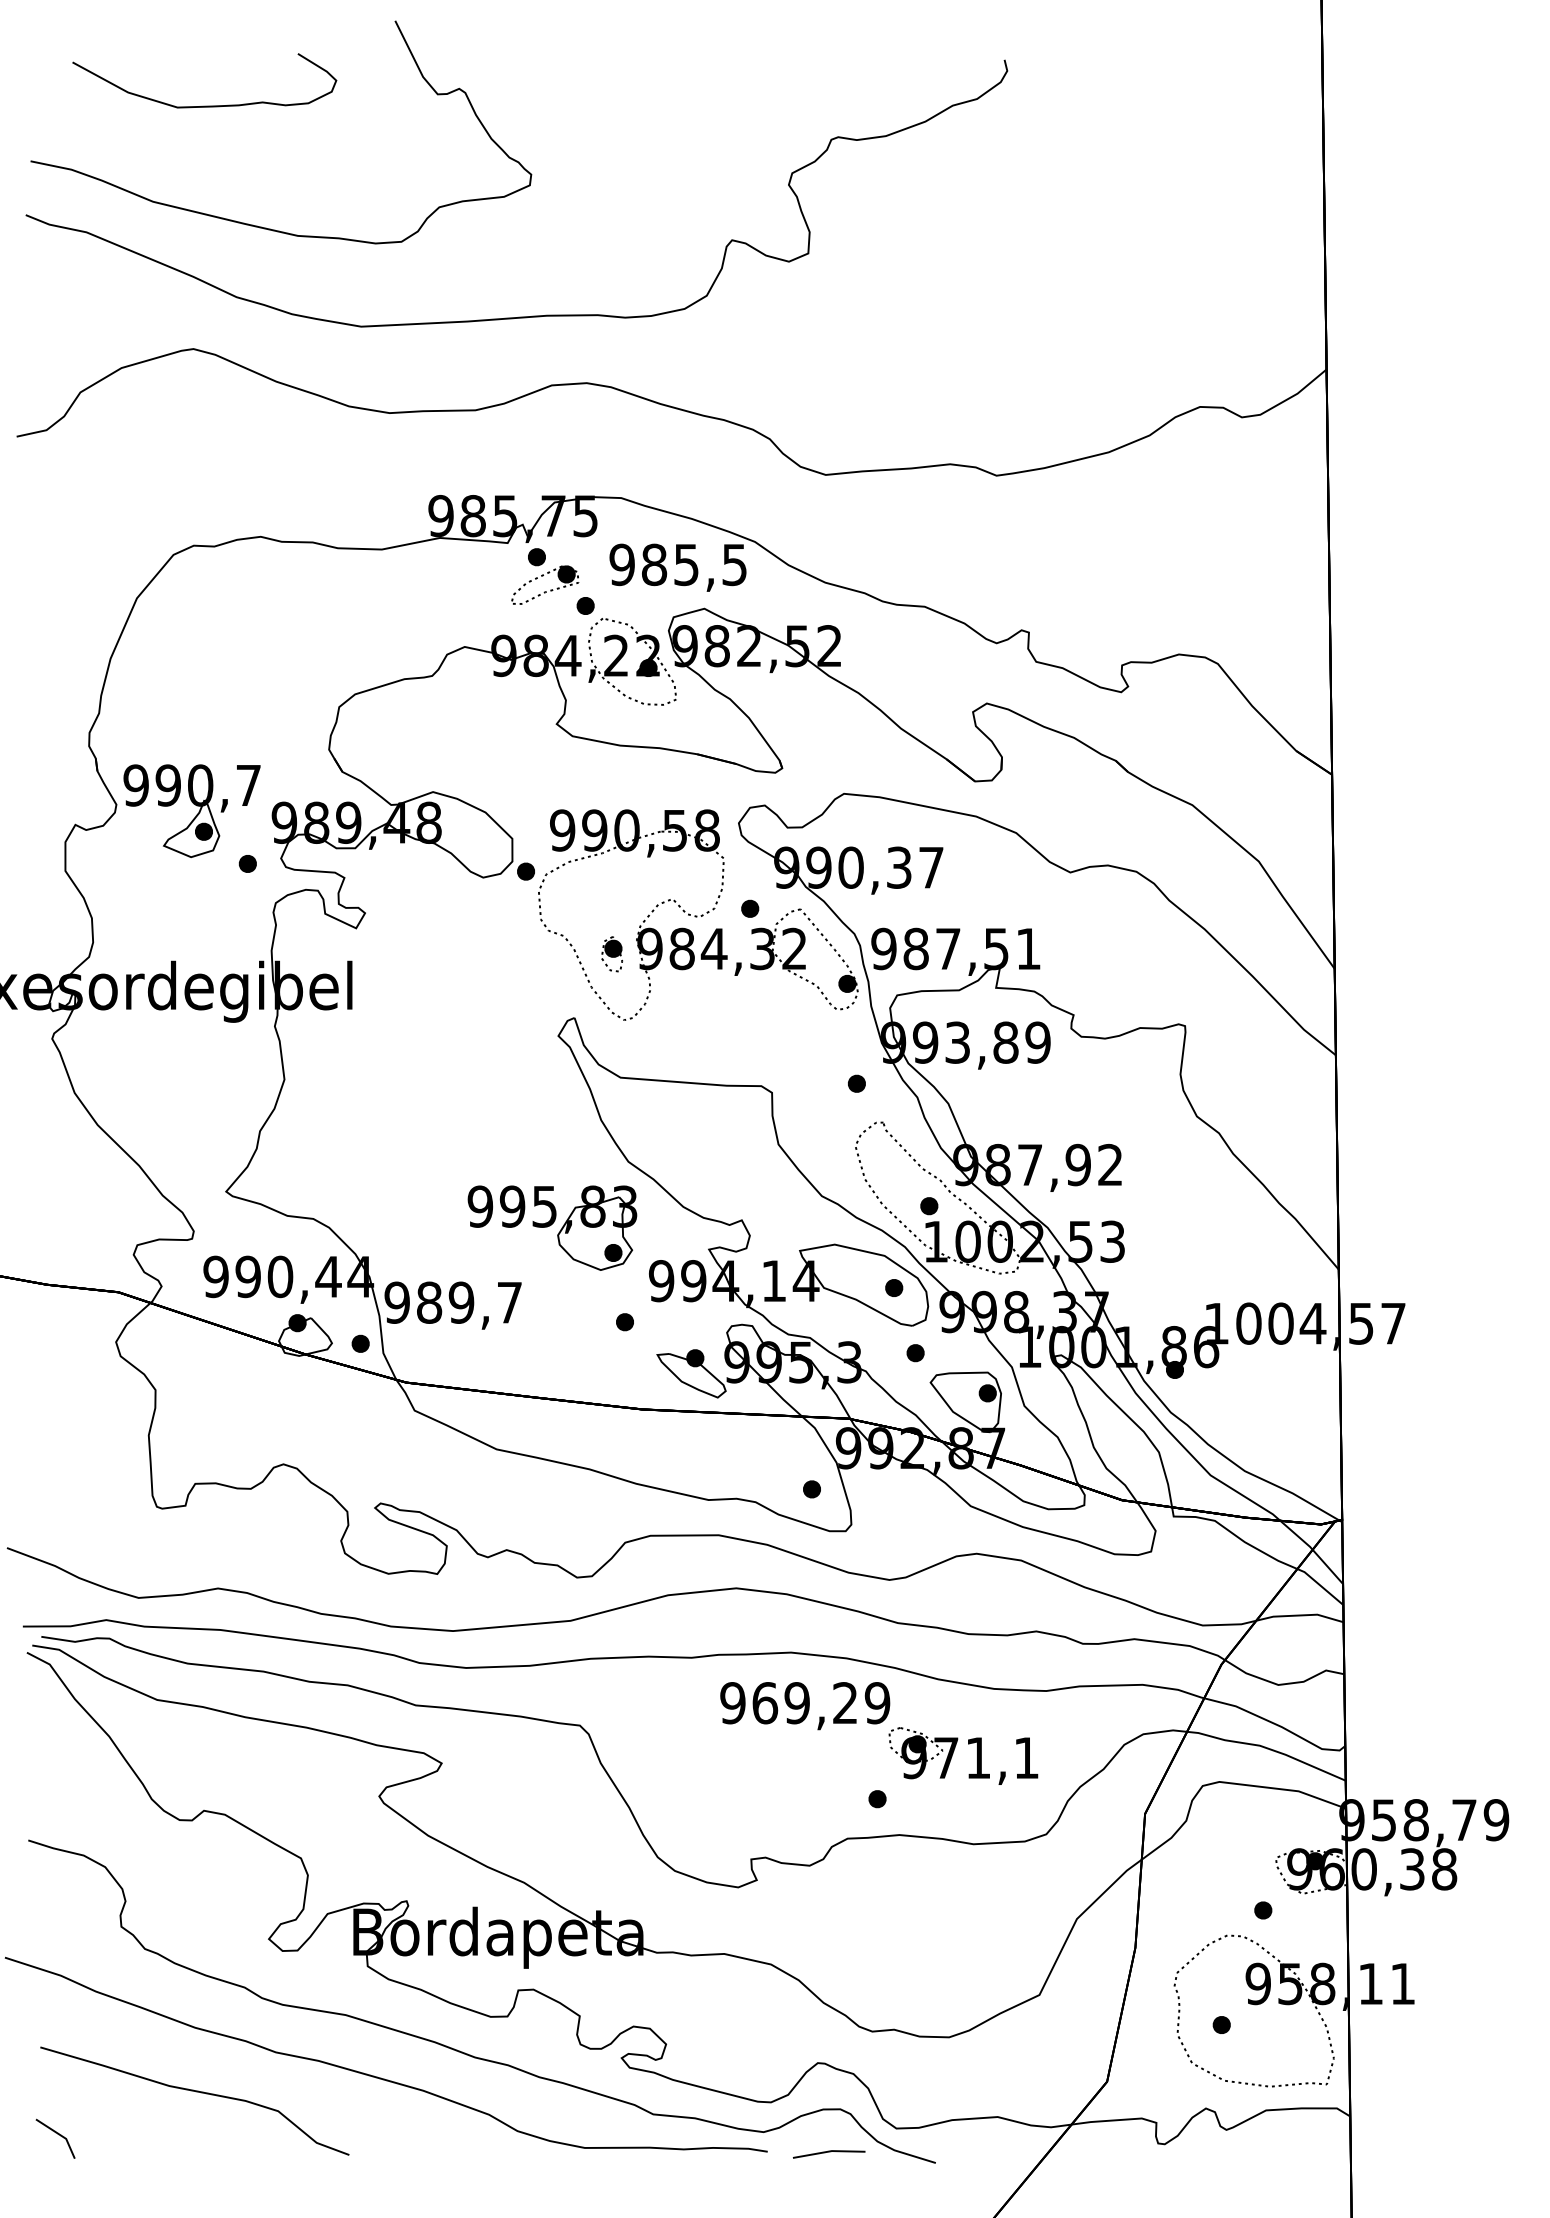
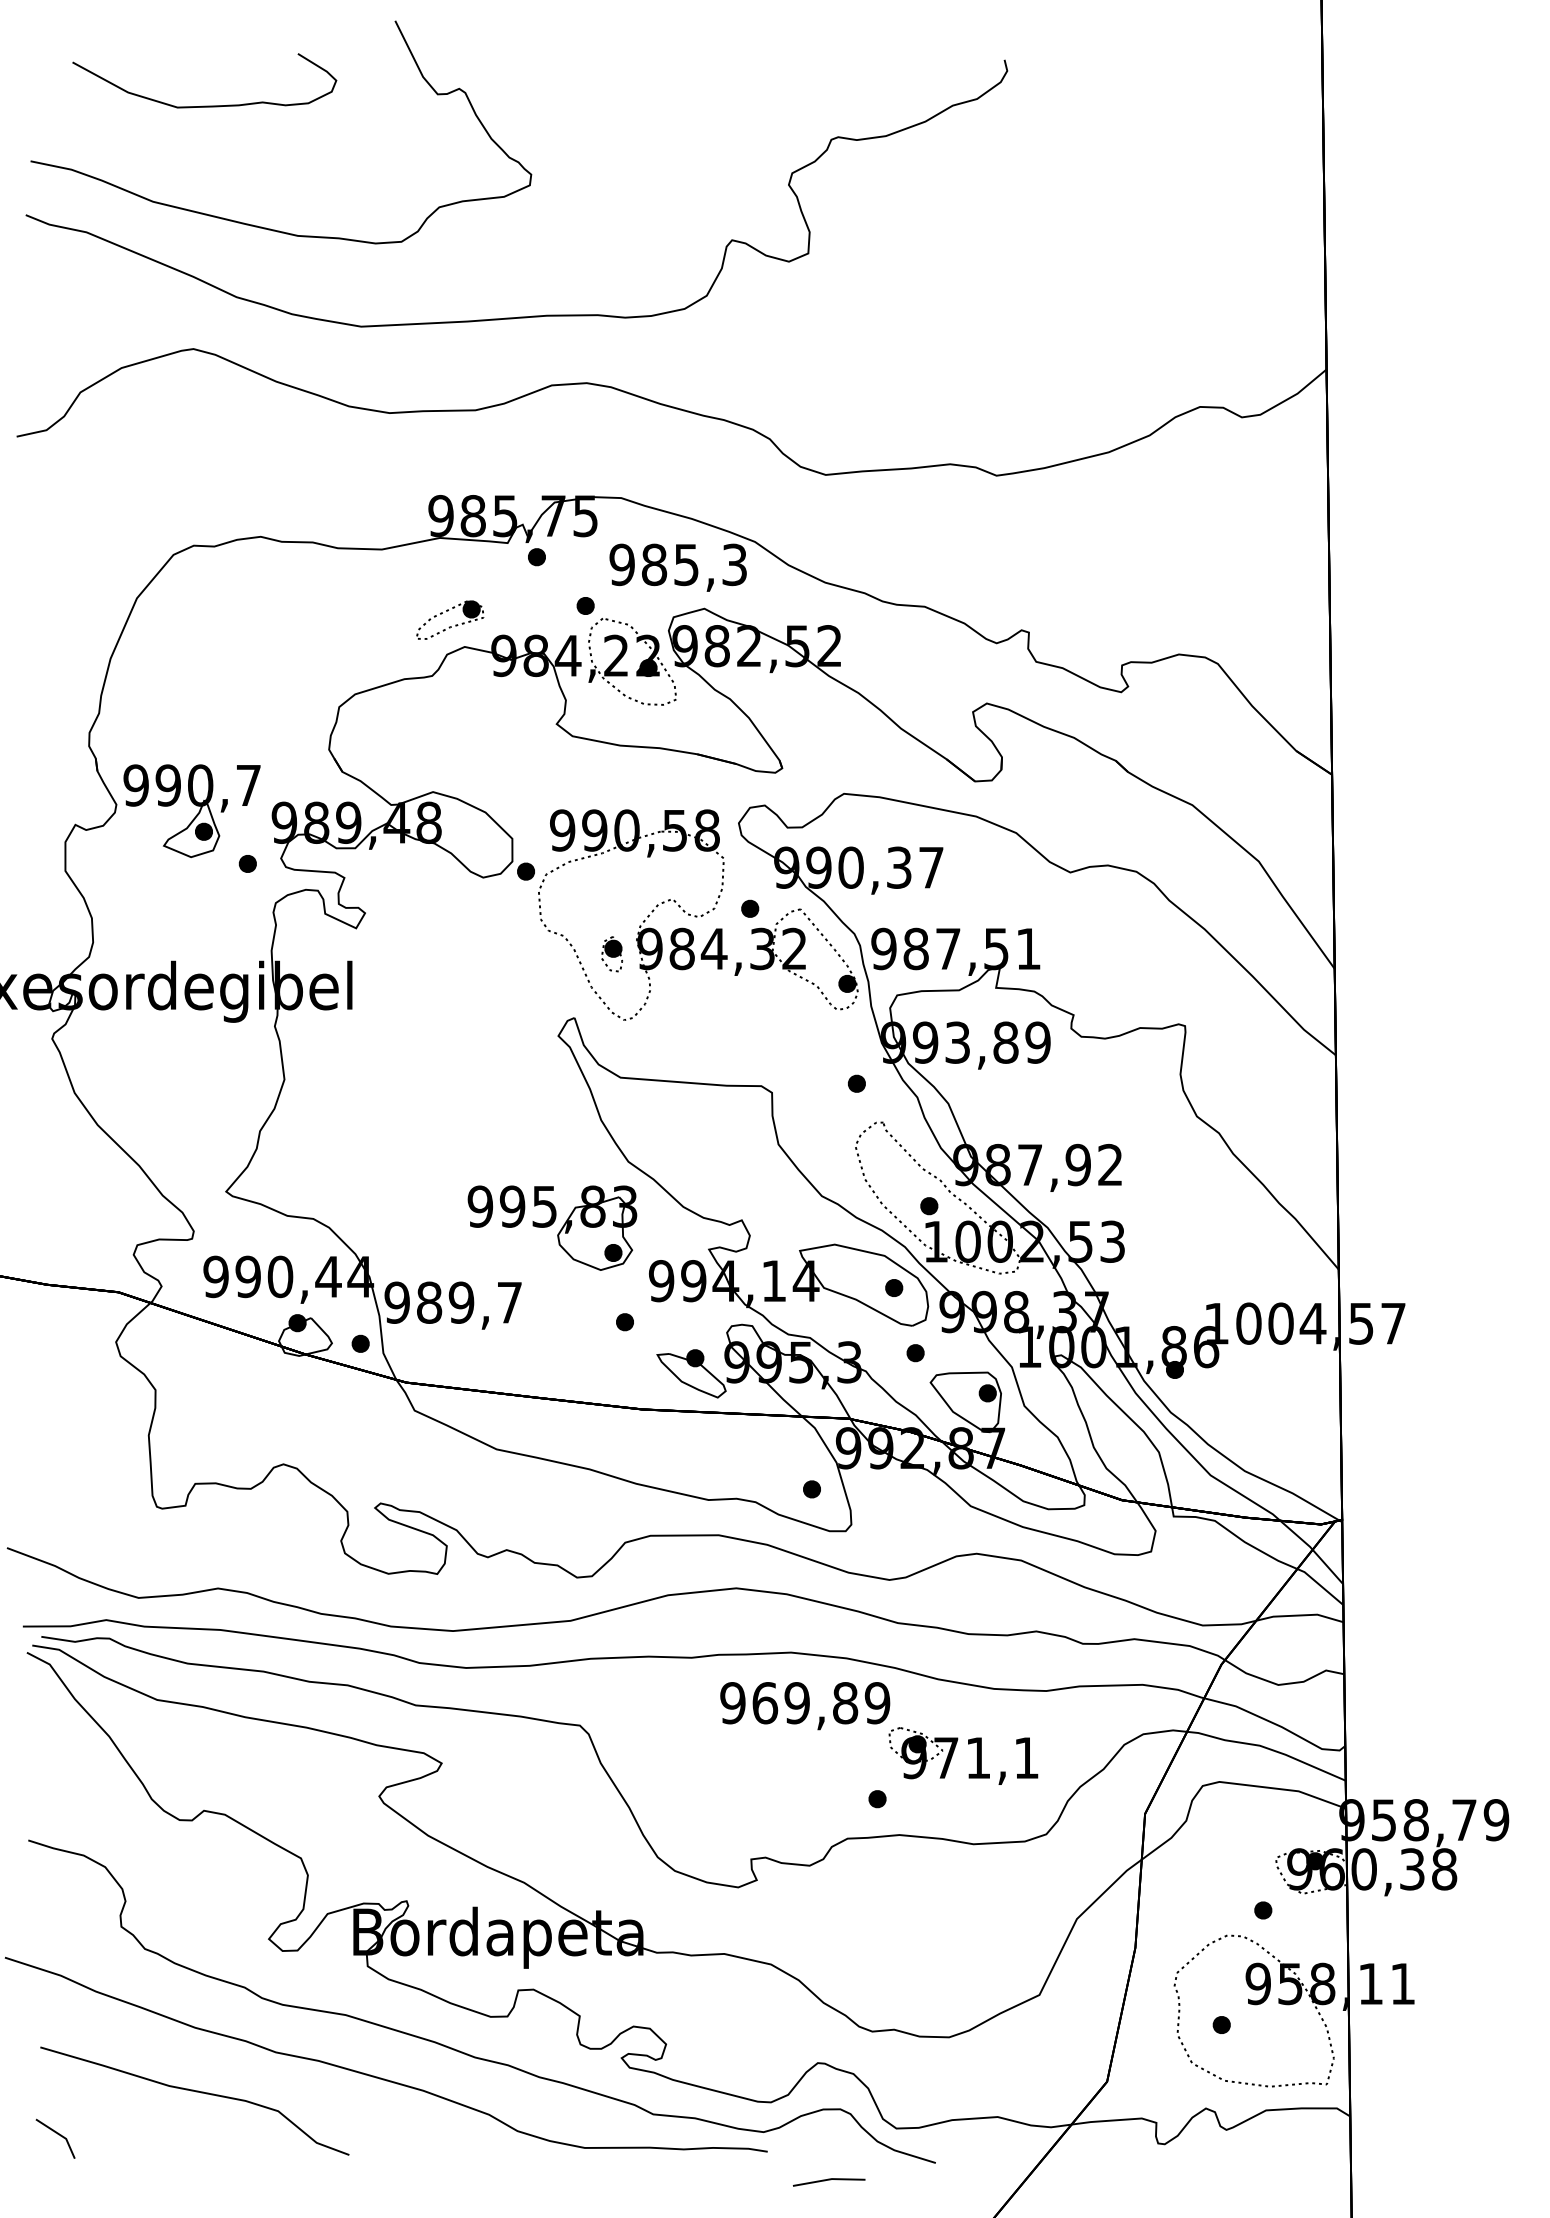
text at (734, 564): 985,5 -> 985,3
part at (545, 591) position: (545, 591) -> (450, 626)
text at (845, 1703): 969,29 -> 969,89
line at (829, 2152) position: (829, 2152) -> (829, 2180)
